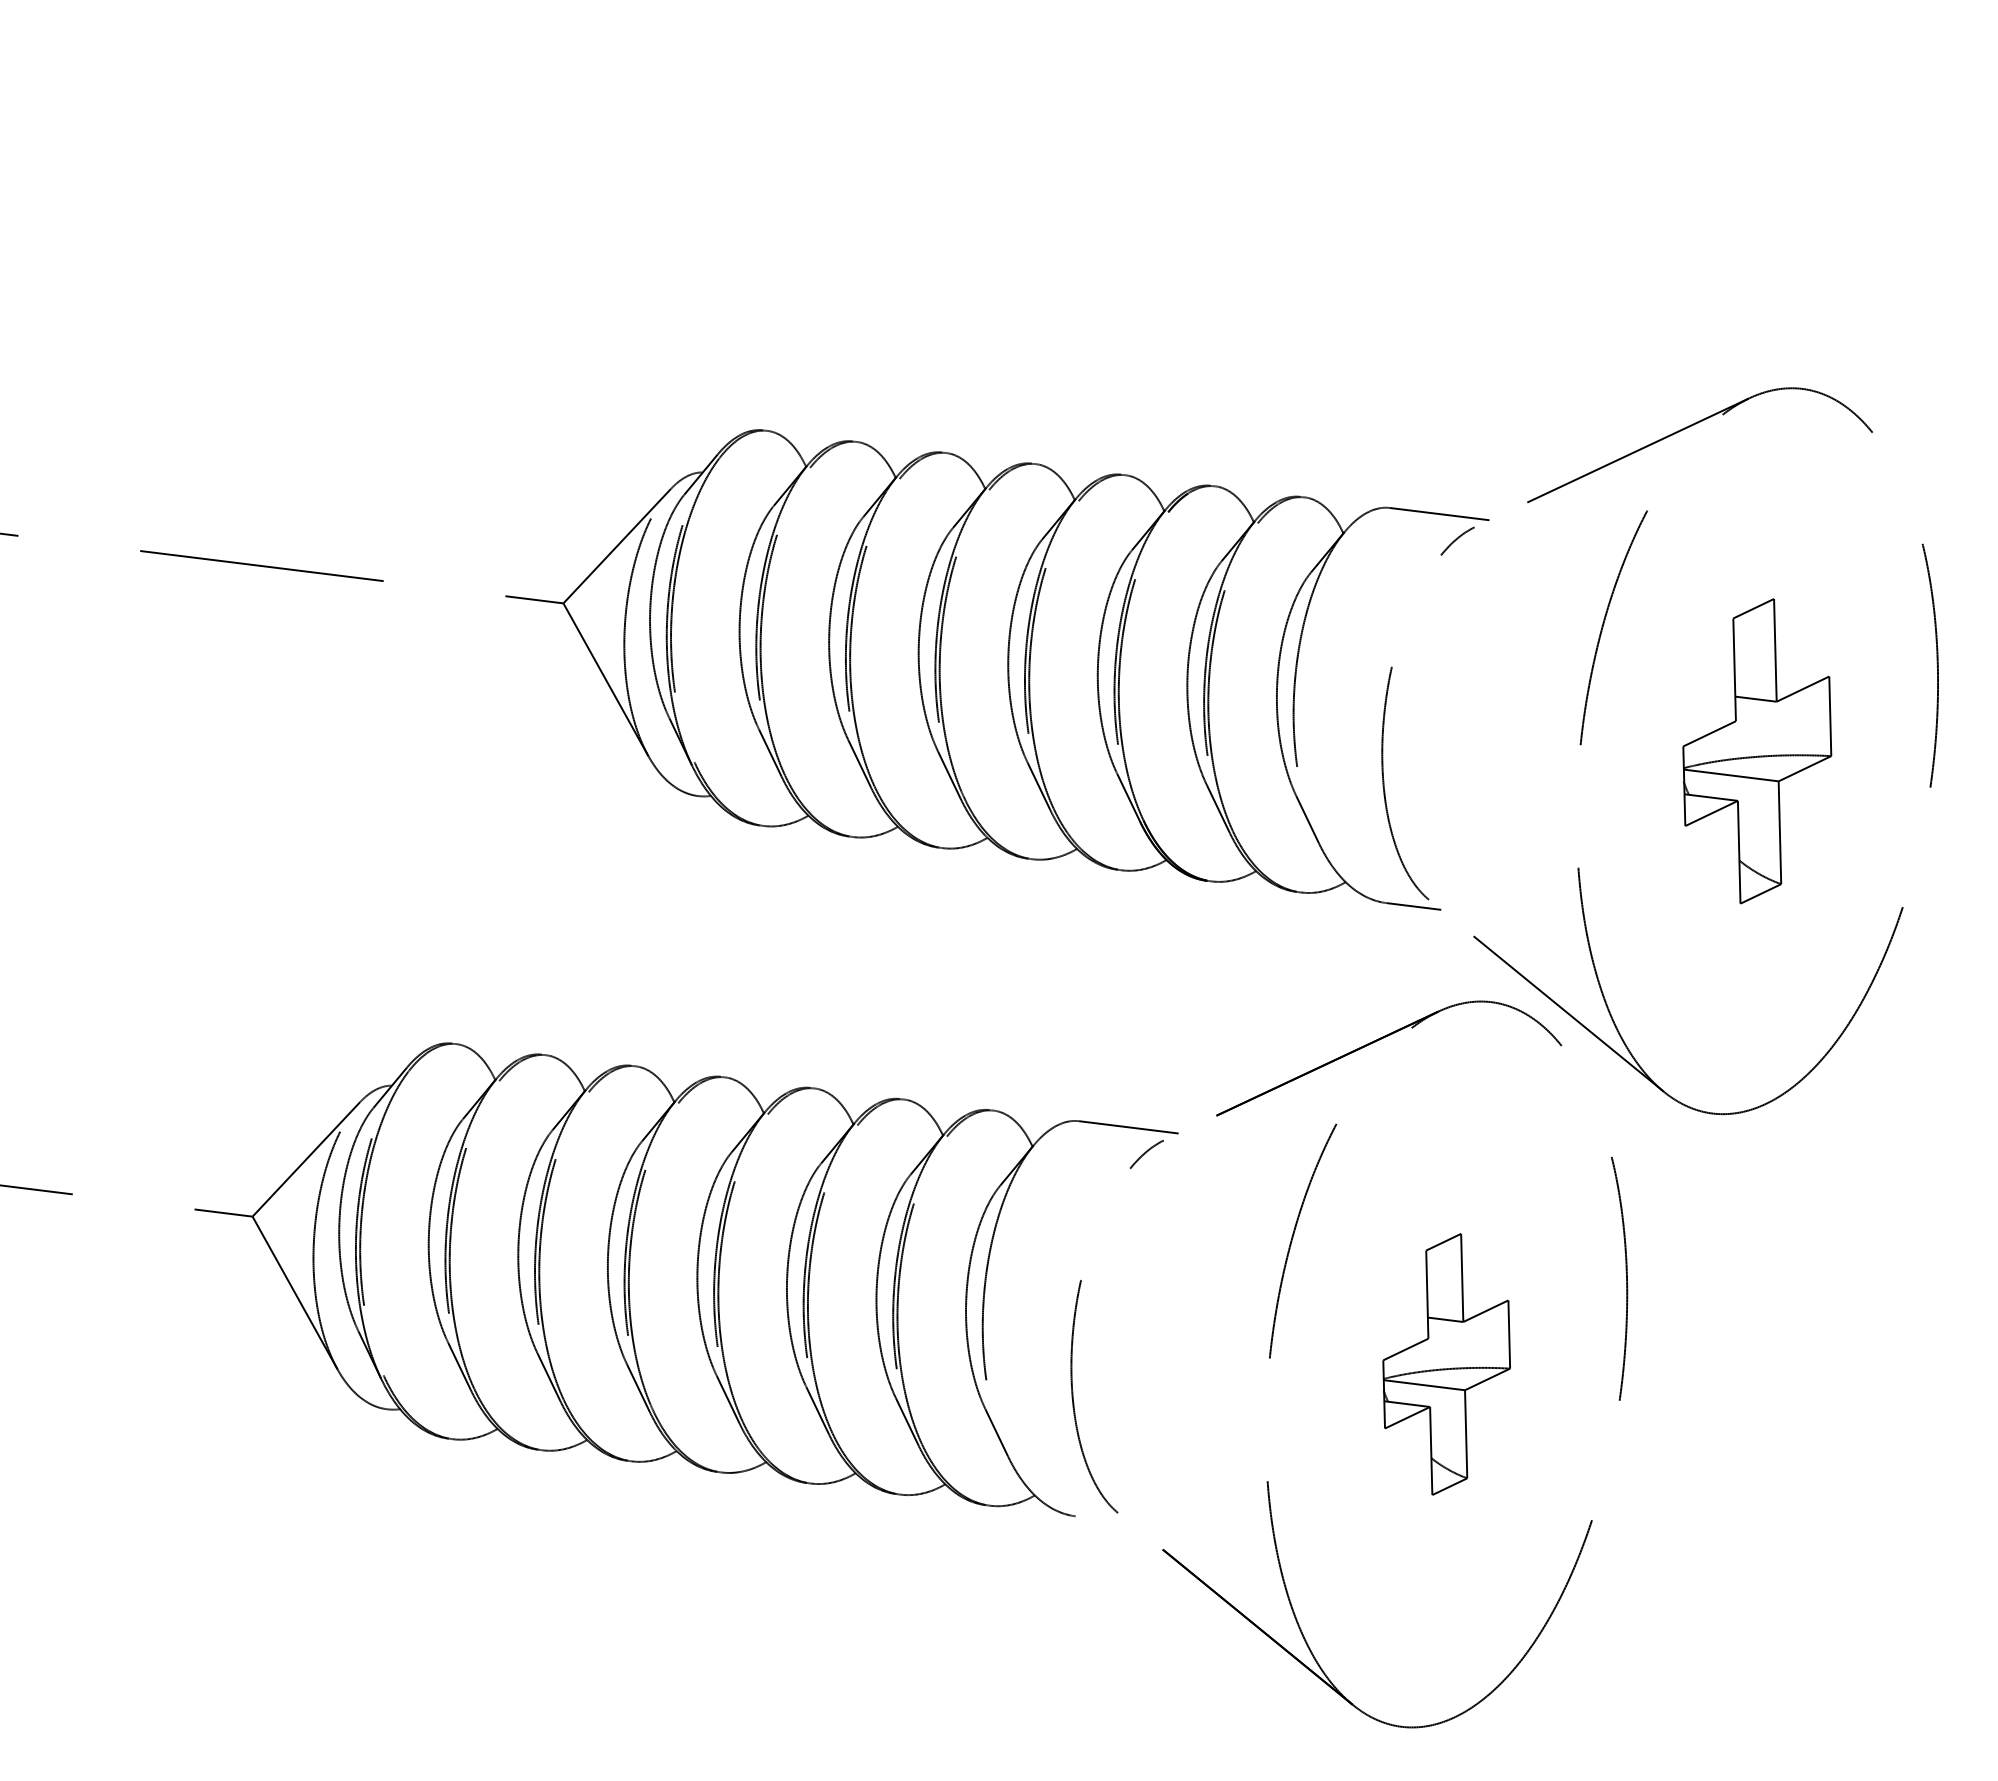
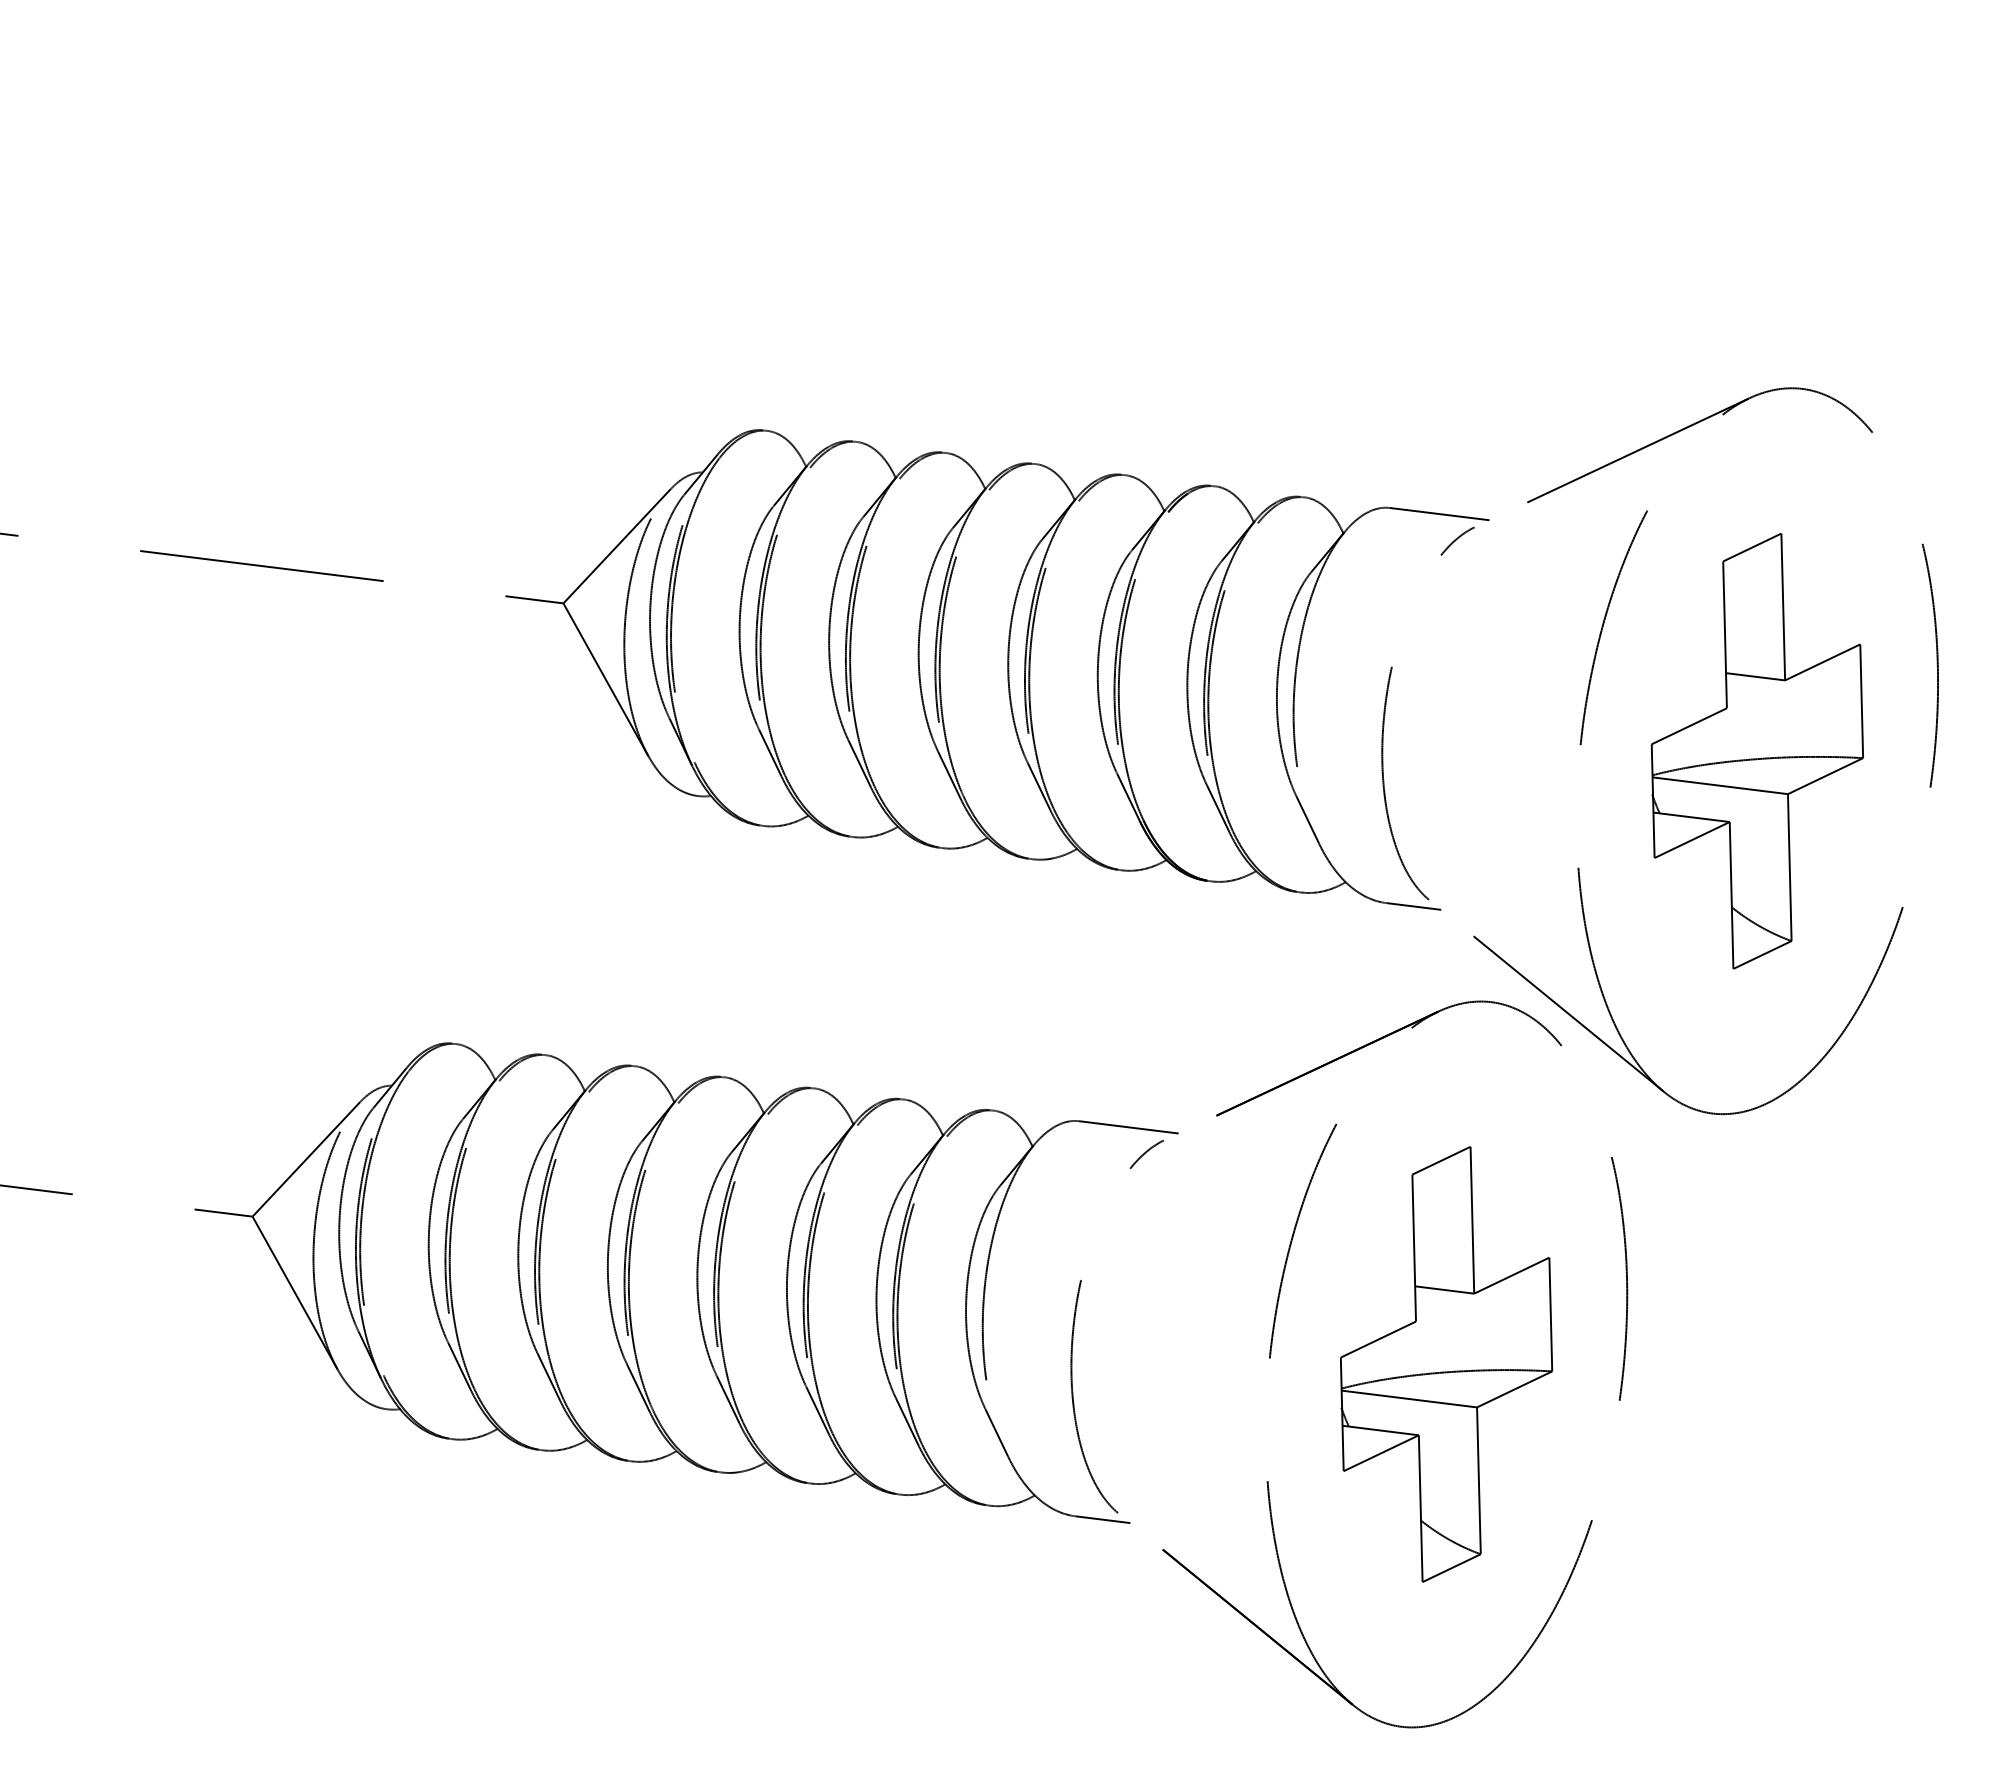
part at (1757, 751) size: 151x307 px -> 214x437 px
part at (1446, 1364) size: 129x263 px -> 214x437 px
line at (1102, 1519): none -> present
